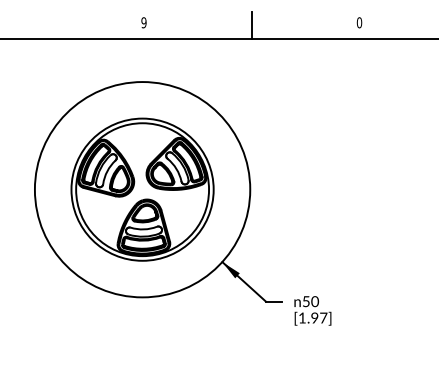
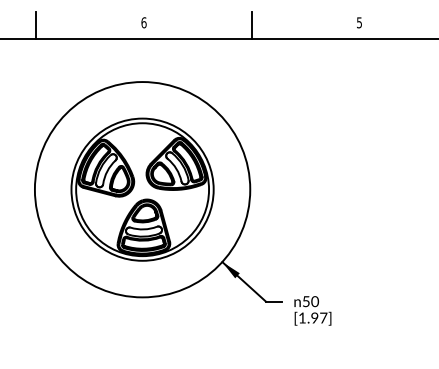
text at (143, 22): 9 -> 6
text at (359, 22): 0 -> 5
line at (36, 25): none -> present
